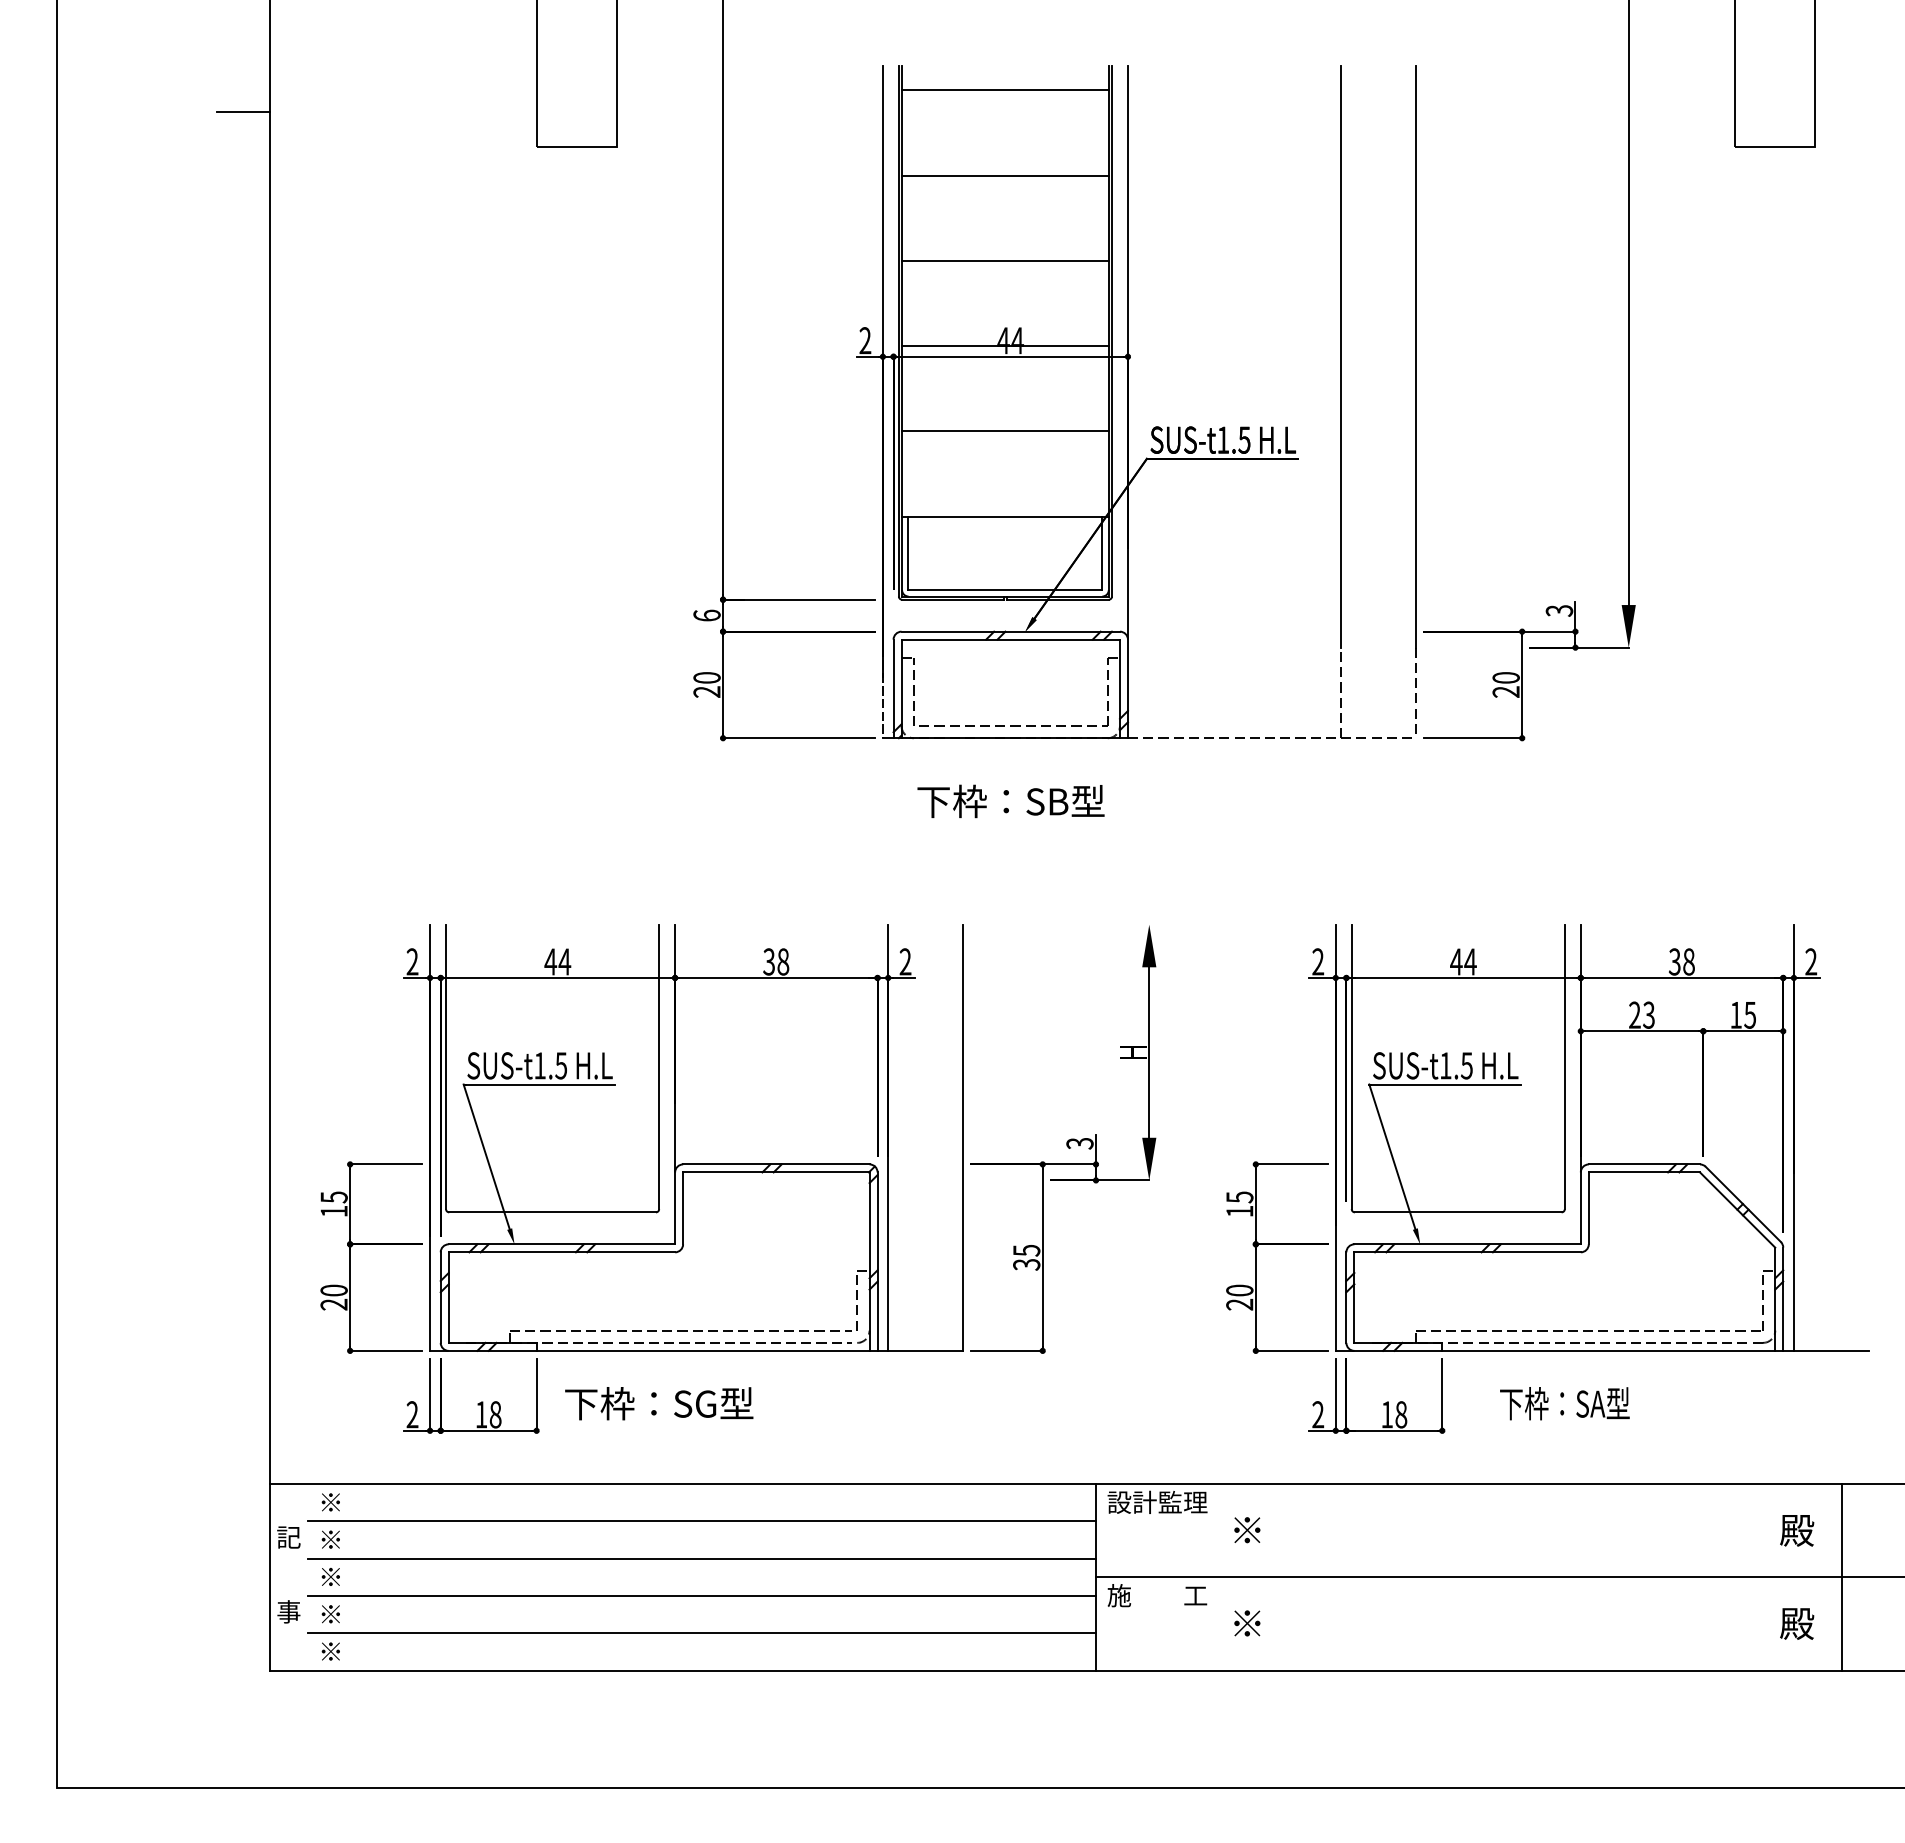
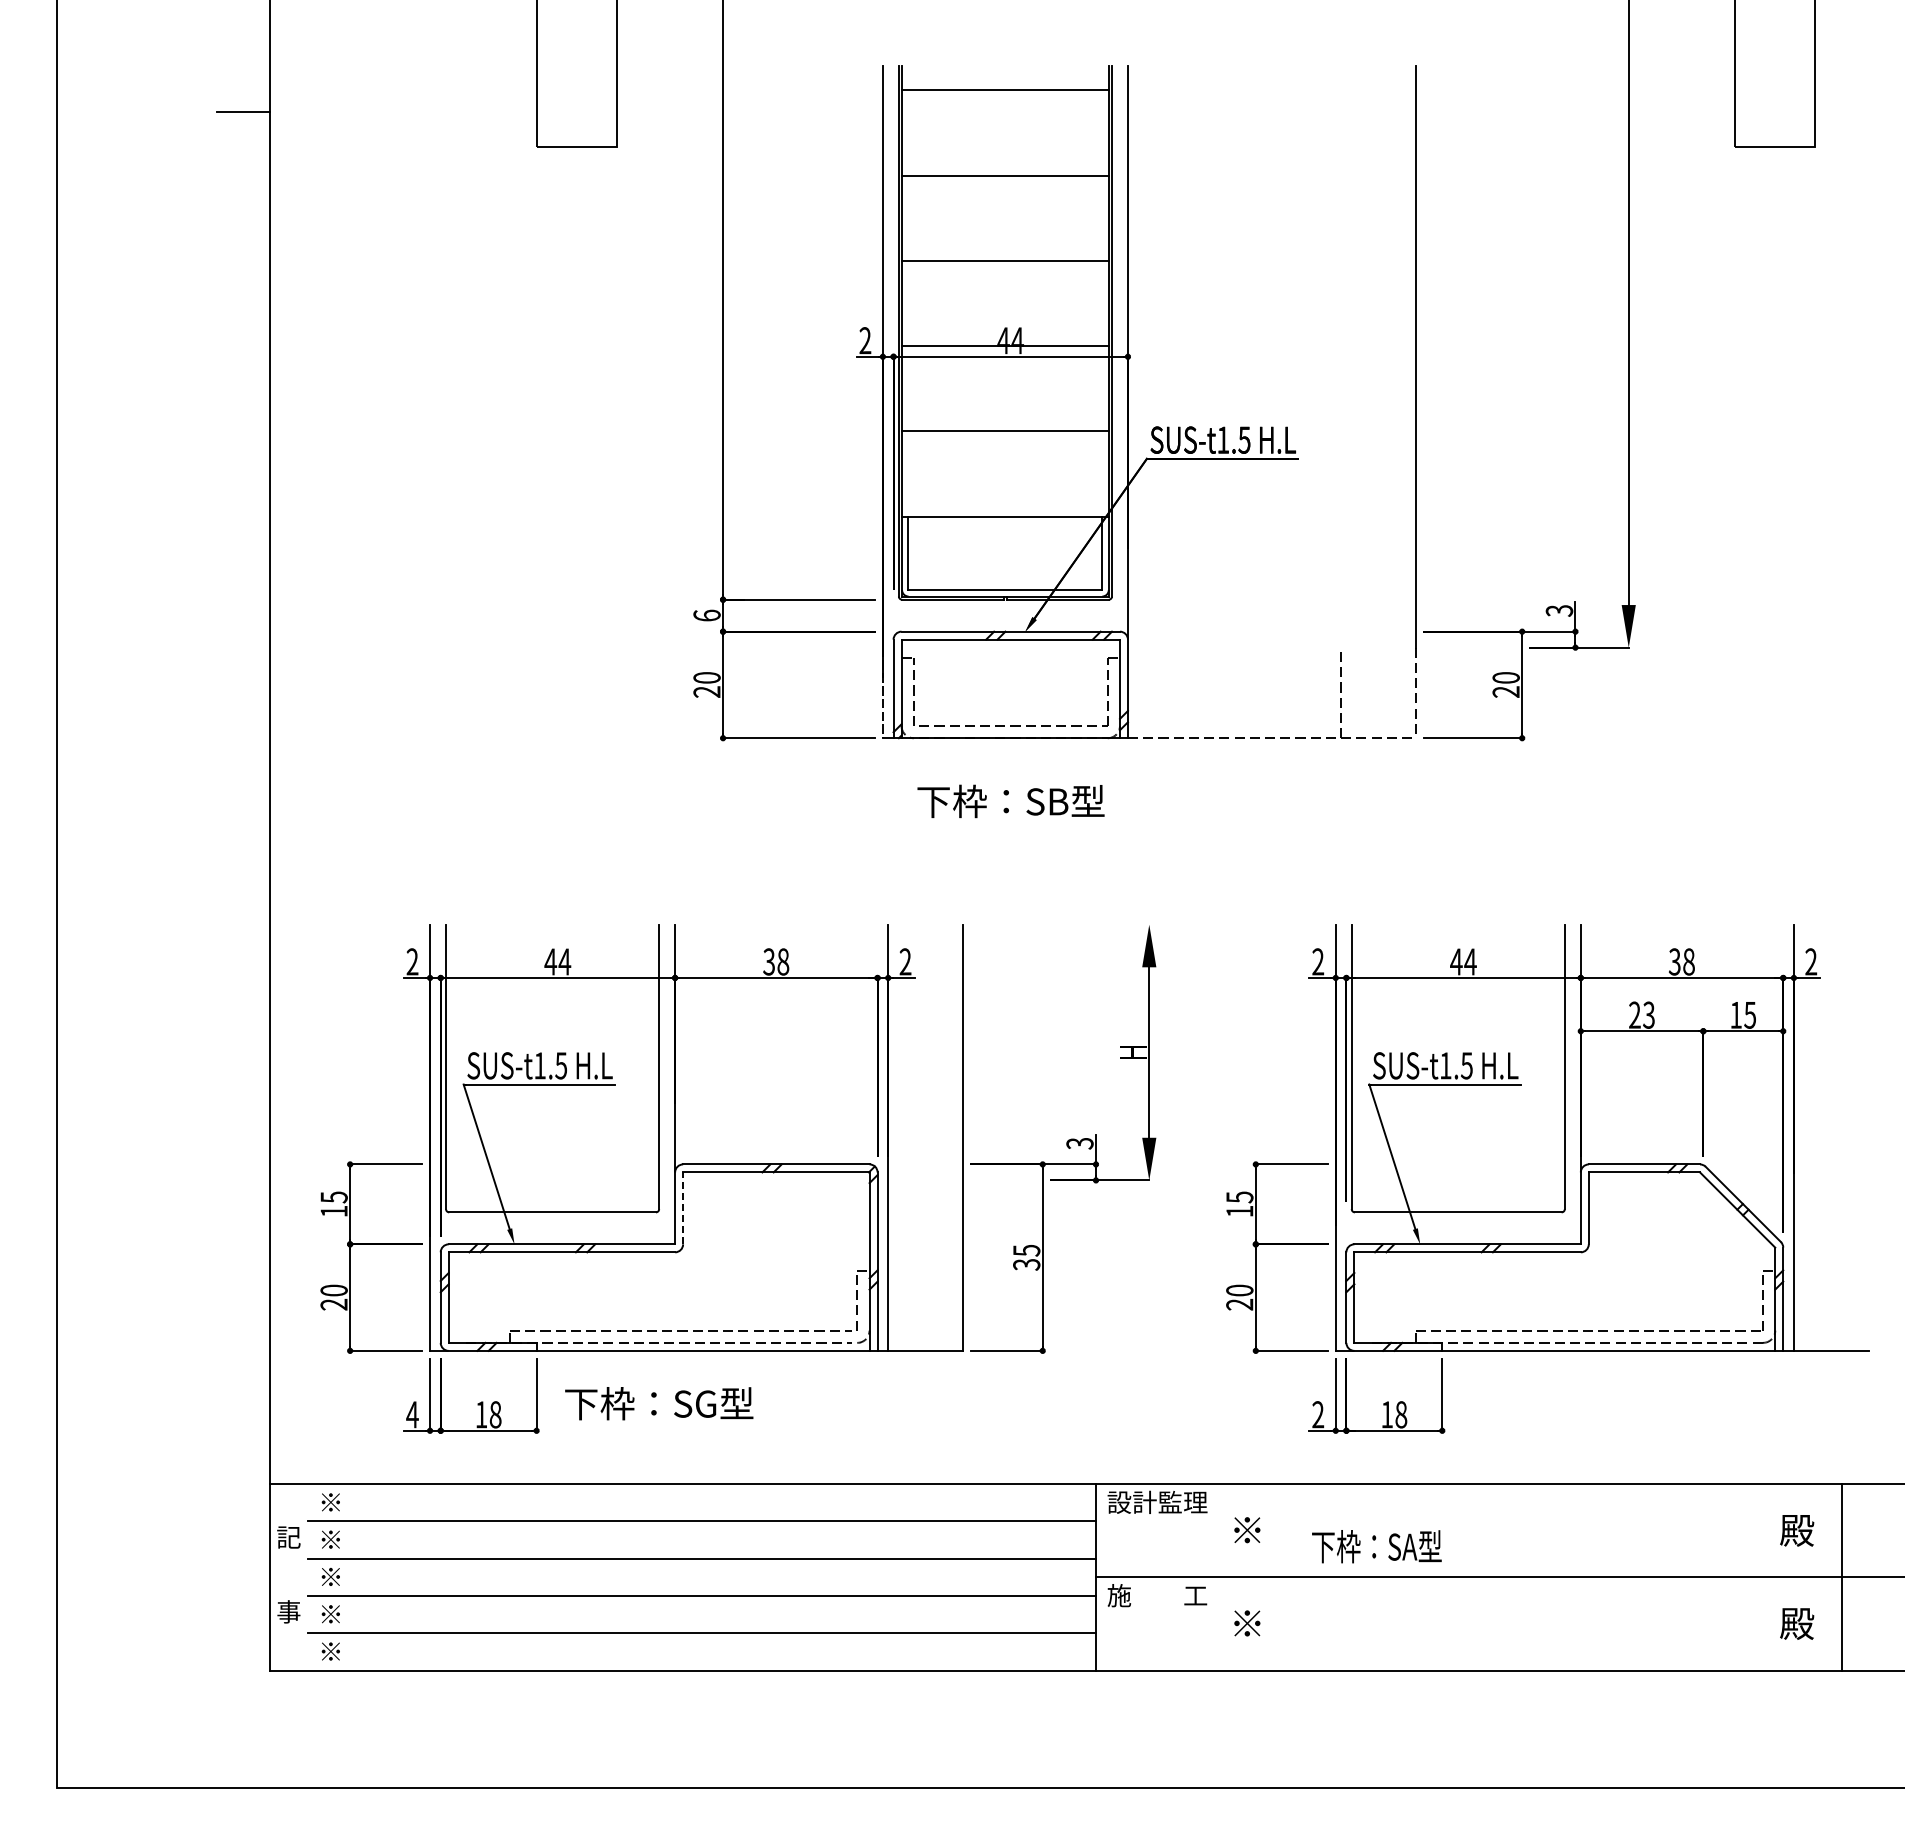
line at (1341, 356): present -> none
line at (683, 1208): solid -> dashed
text at (1564, 1403) position: (1564, 1403) -> (1376, 1546)
text at (412, 1414): 2 -> 4
